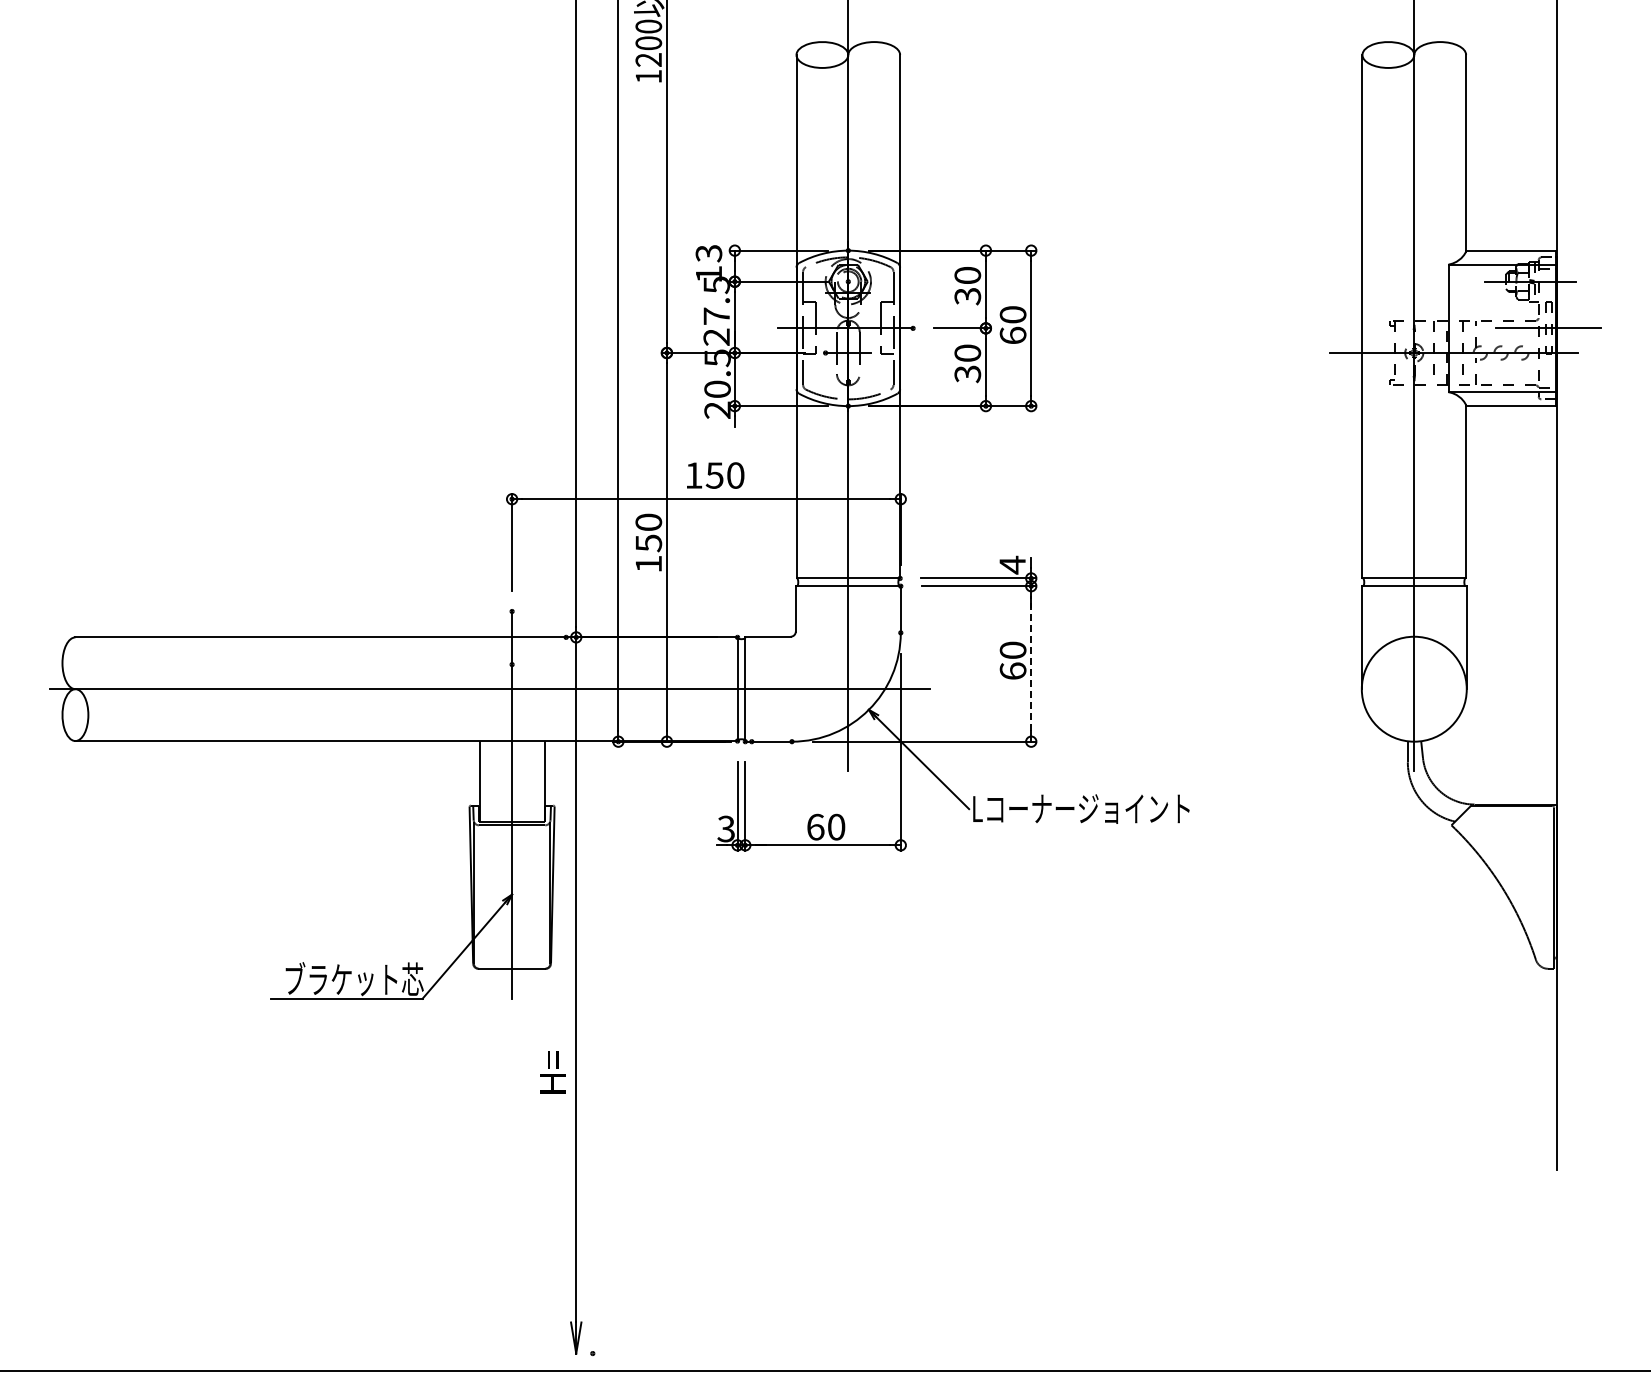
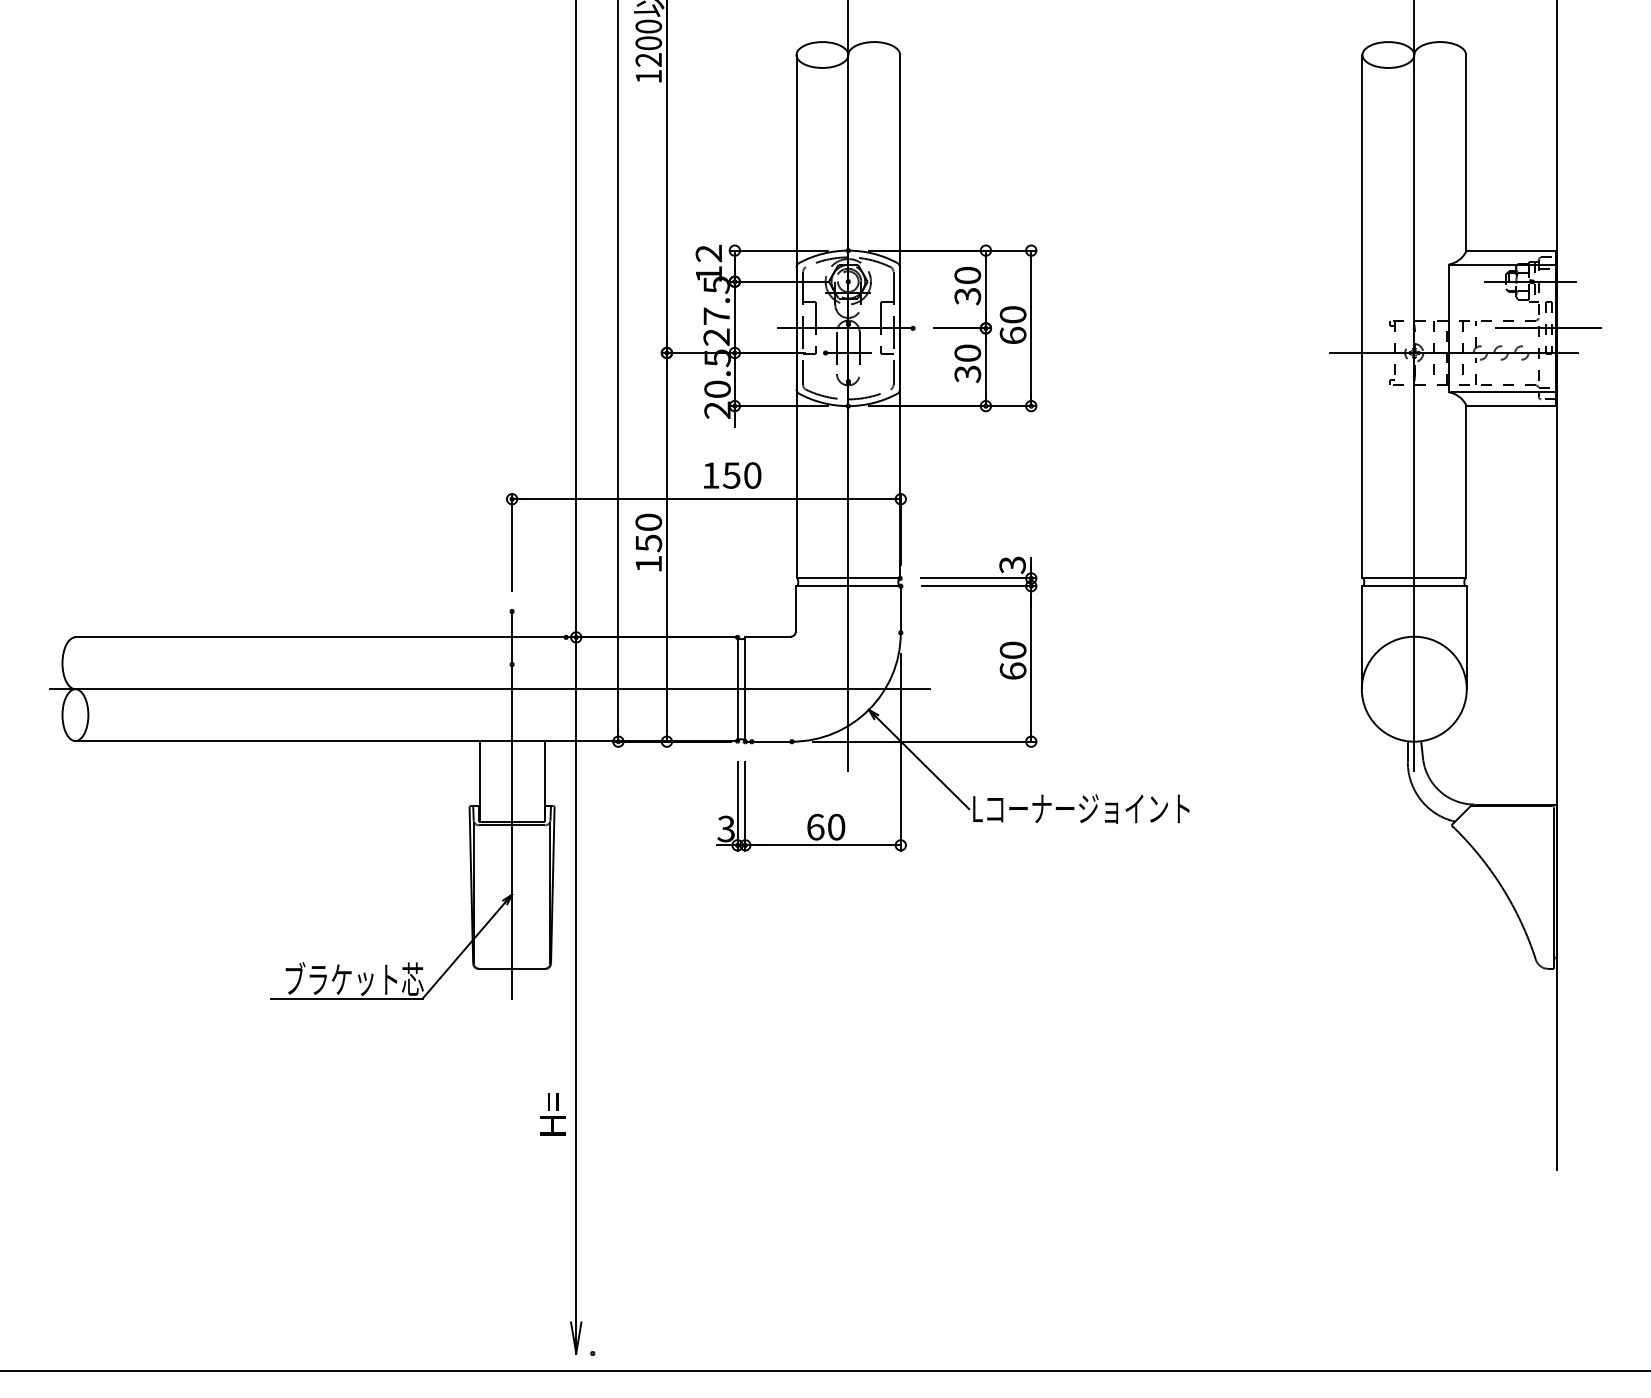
text at (709, 253): 13 -> 12
text at (715, 475) position: (715, 475) -> (732, 475)
text at (1012, 564): 4 -> 3
line at (1031, 663): dashed -> solid
text at (552, 1072) position: (552, 1072) -> (552, 1114)
